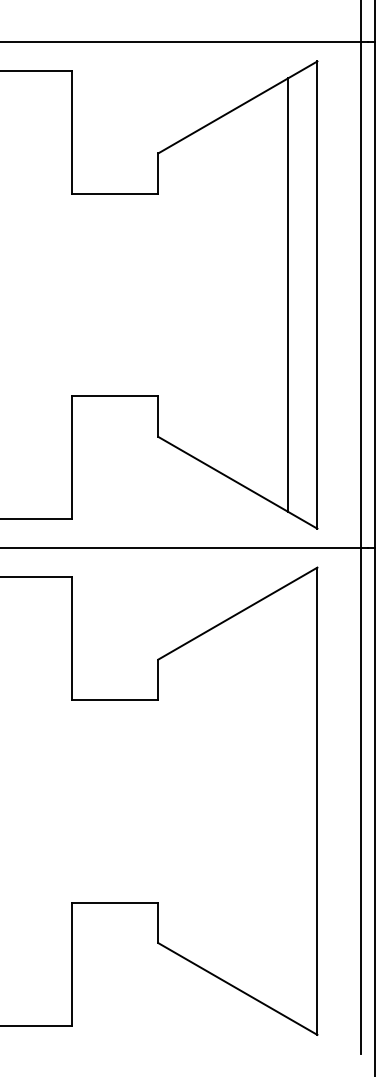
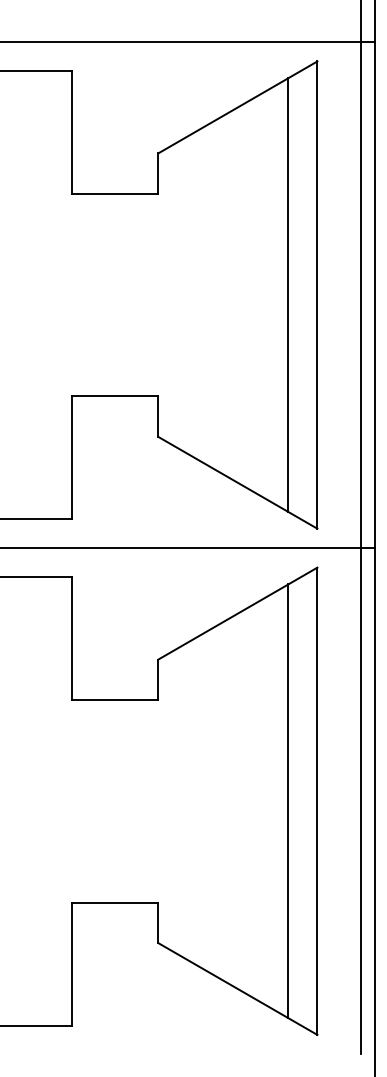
line at (288, 801): none -> present
